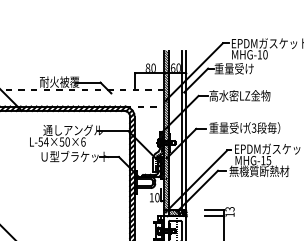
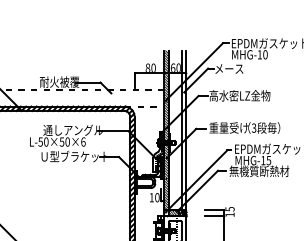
text at (233, 68): 重量受け -> メース
text at (45, 141): L-54×50×6 -> L-50×50×6
text at (229, 209): 13 -> 15
